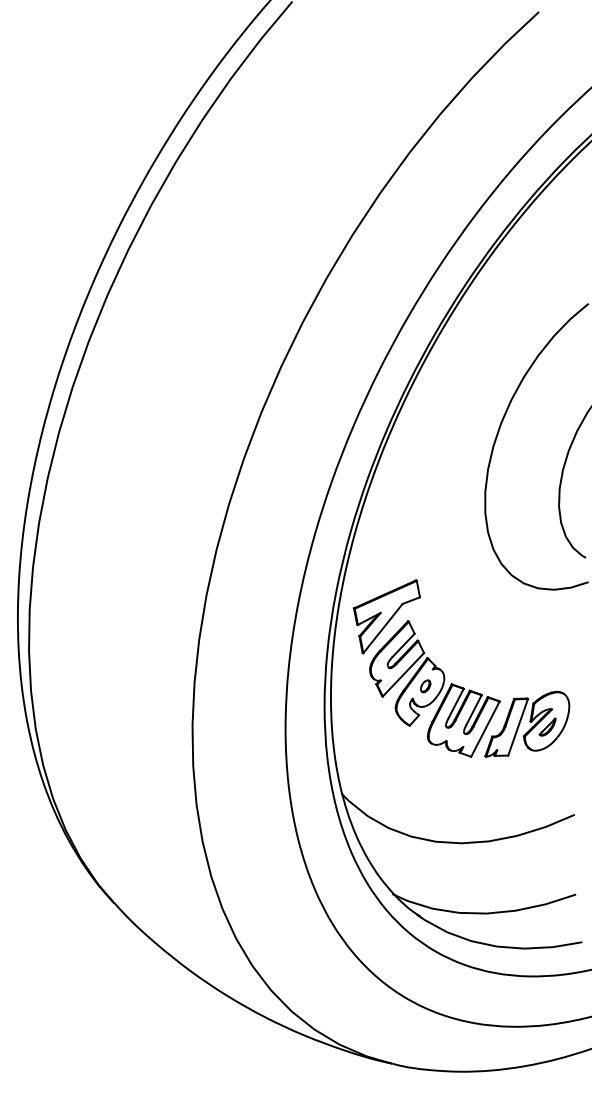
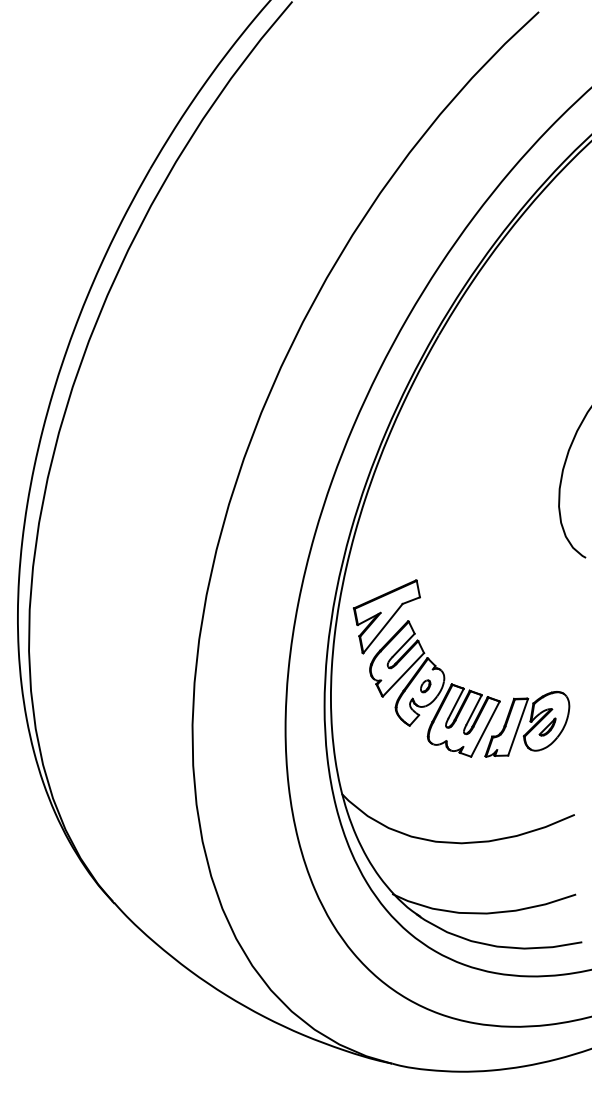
curve at (499, 432): present -> none
